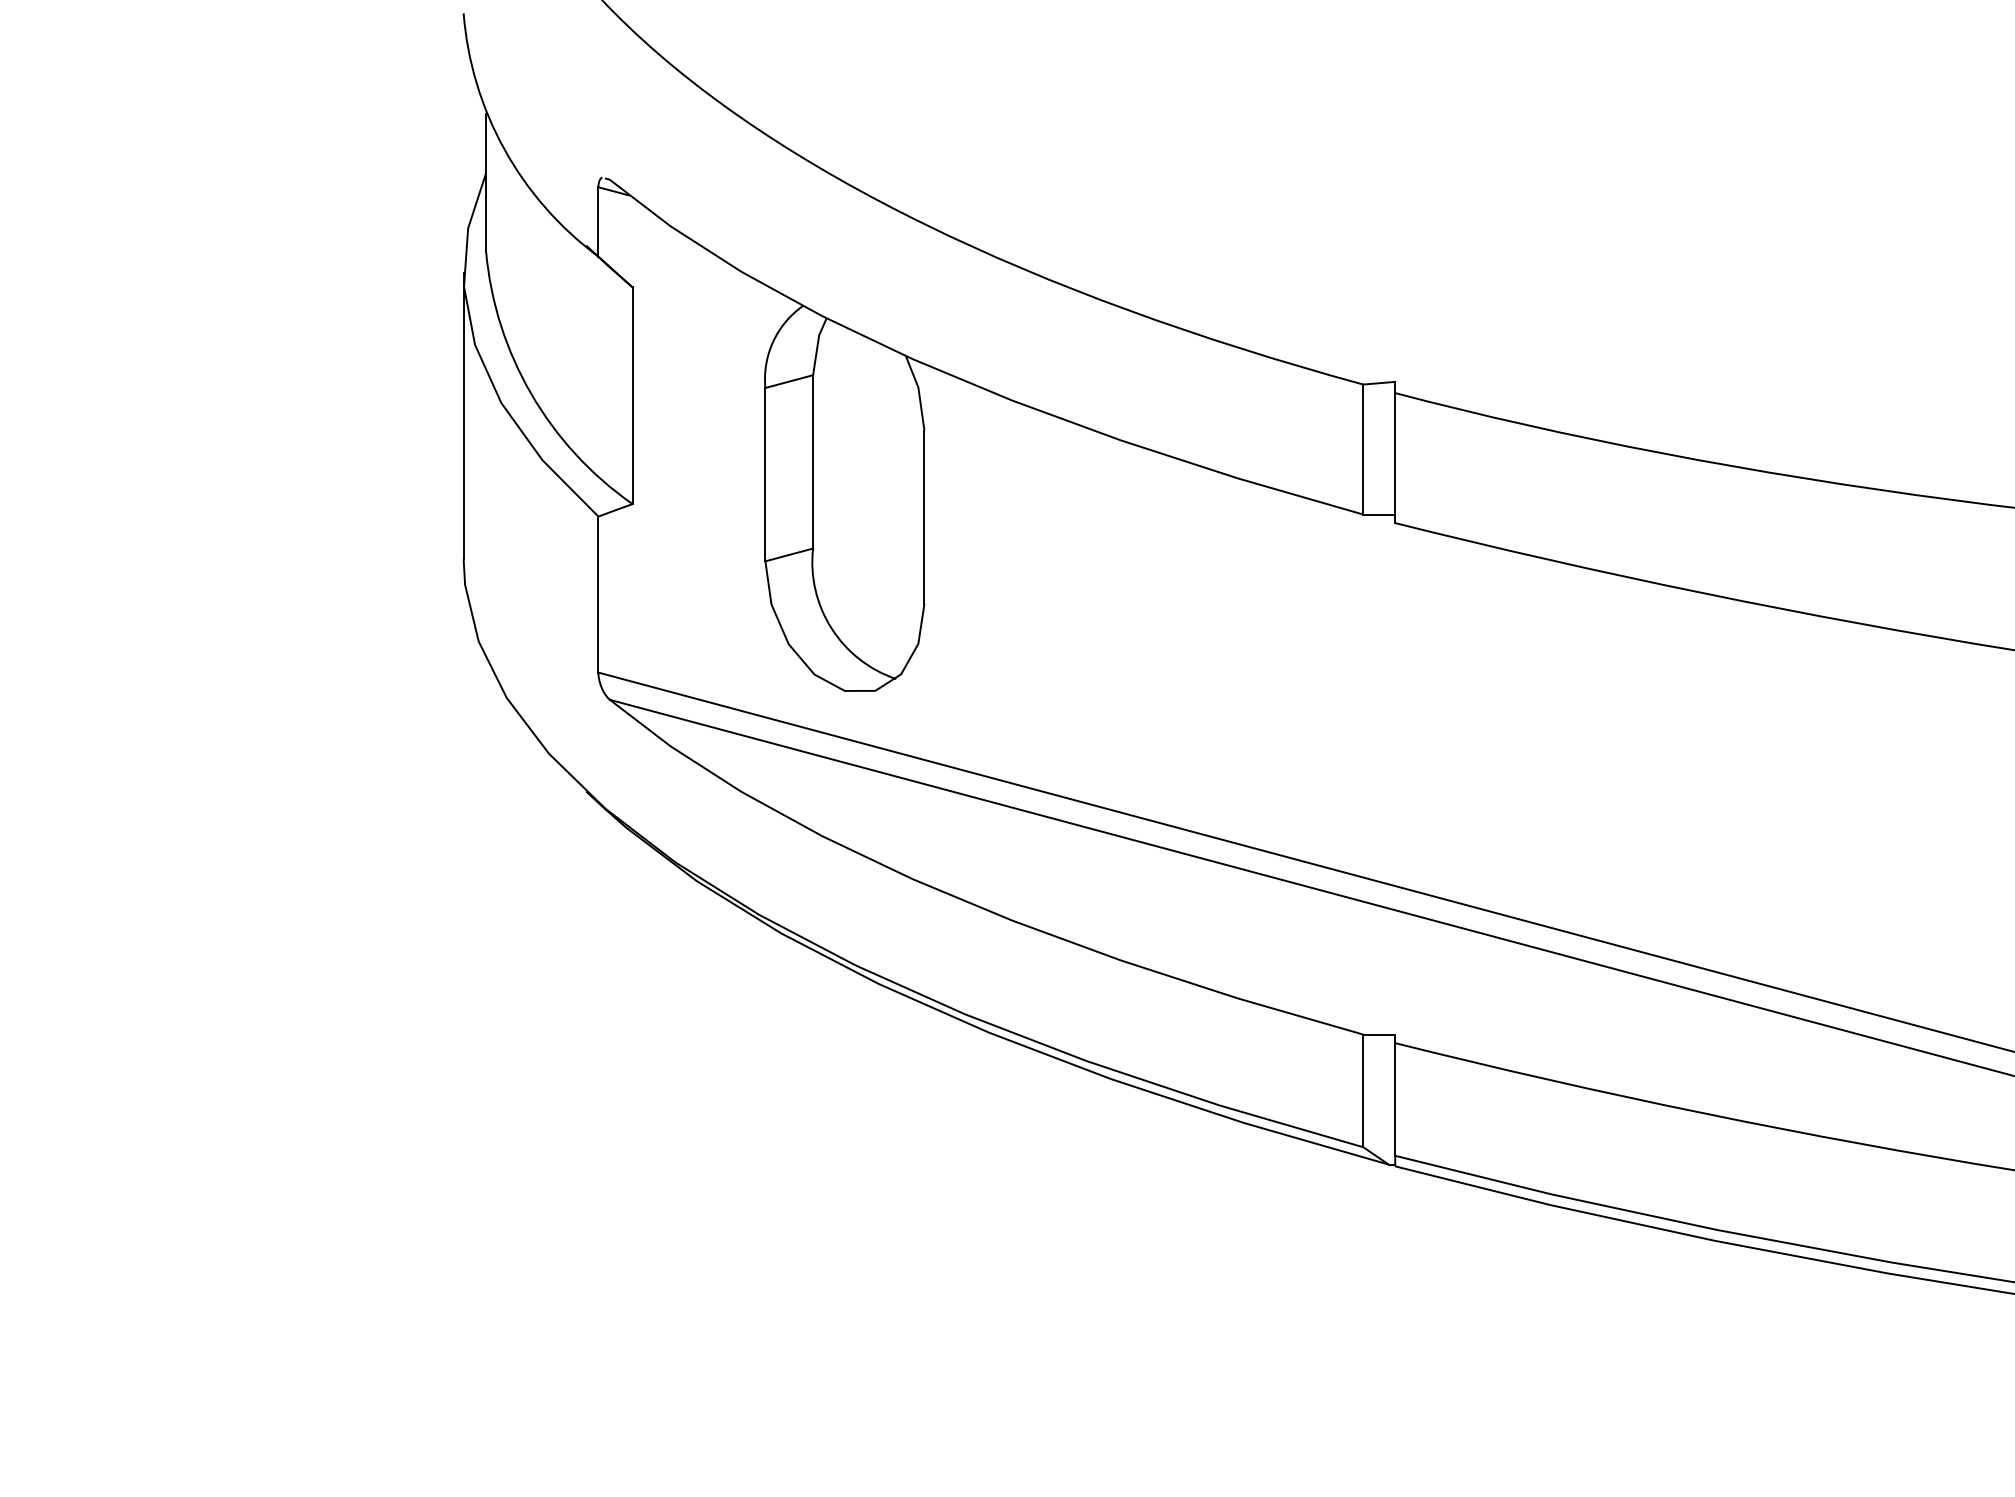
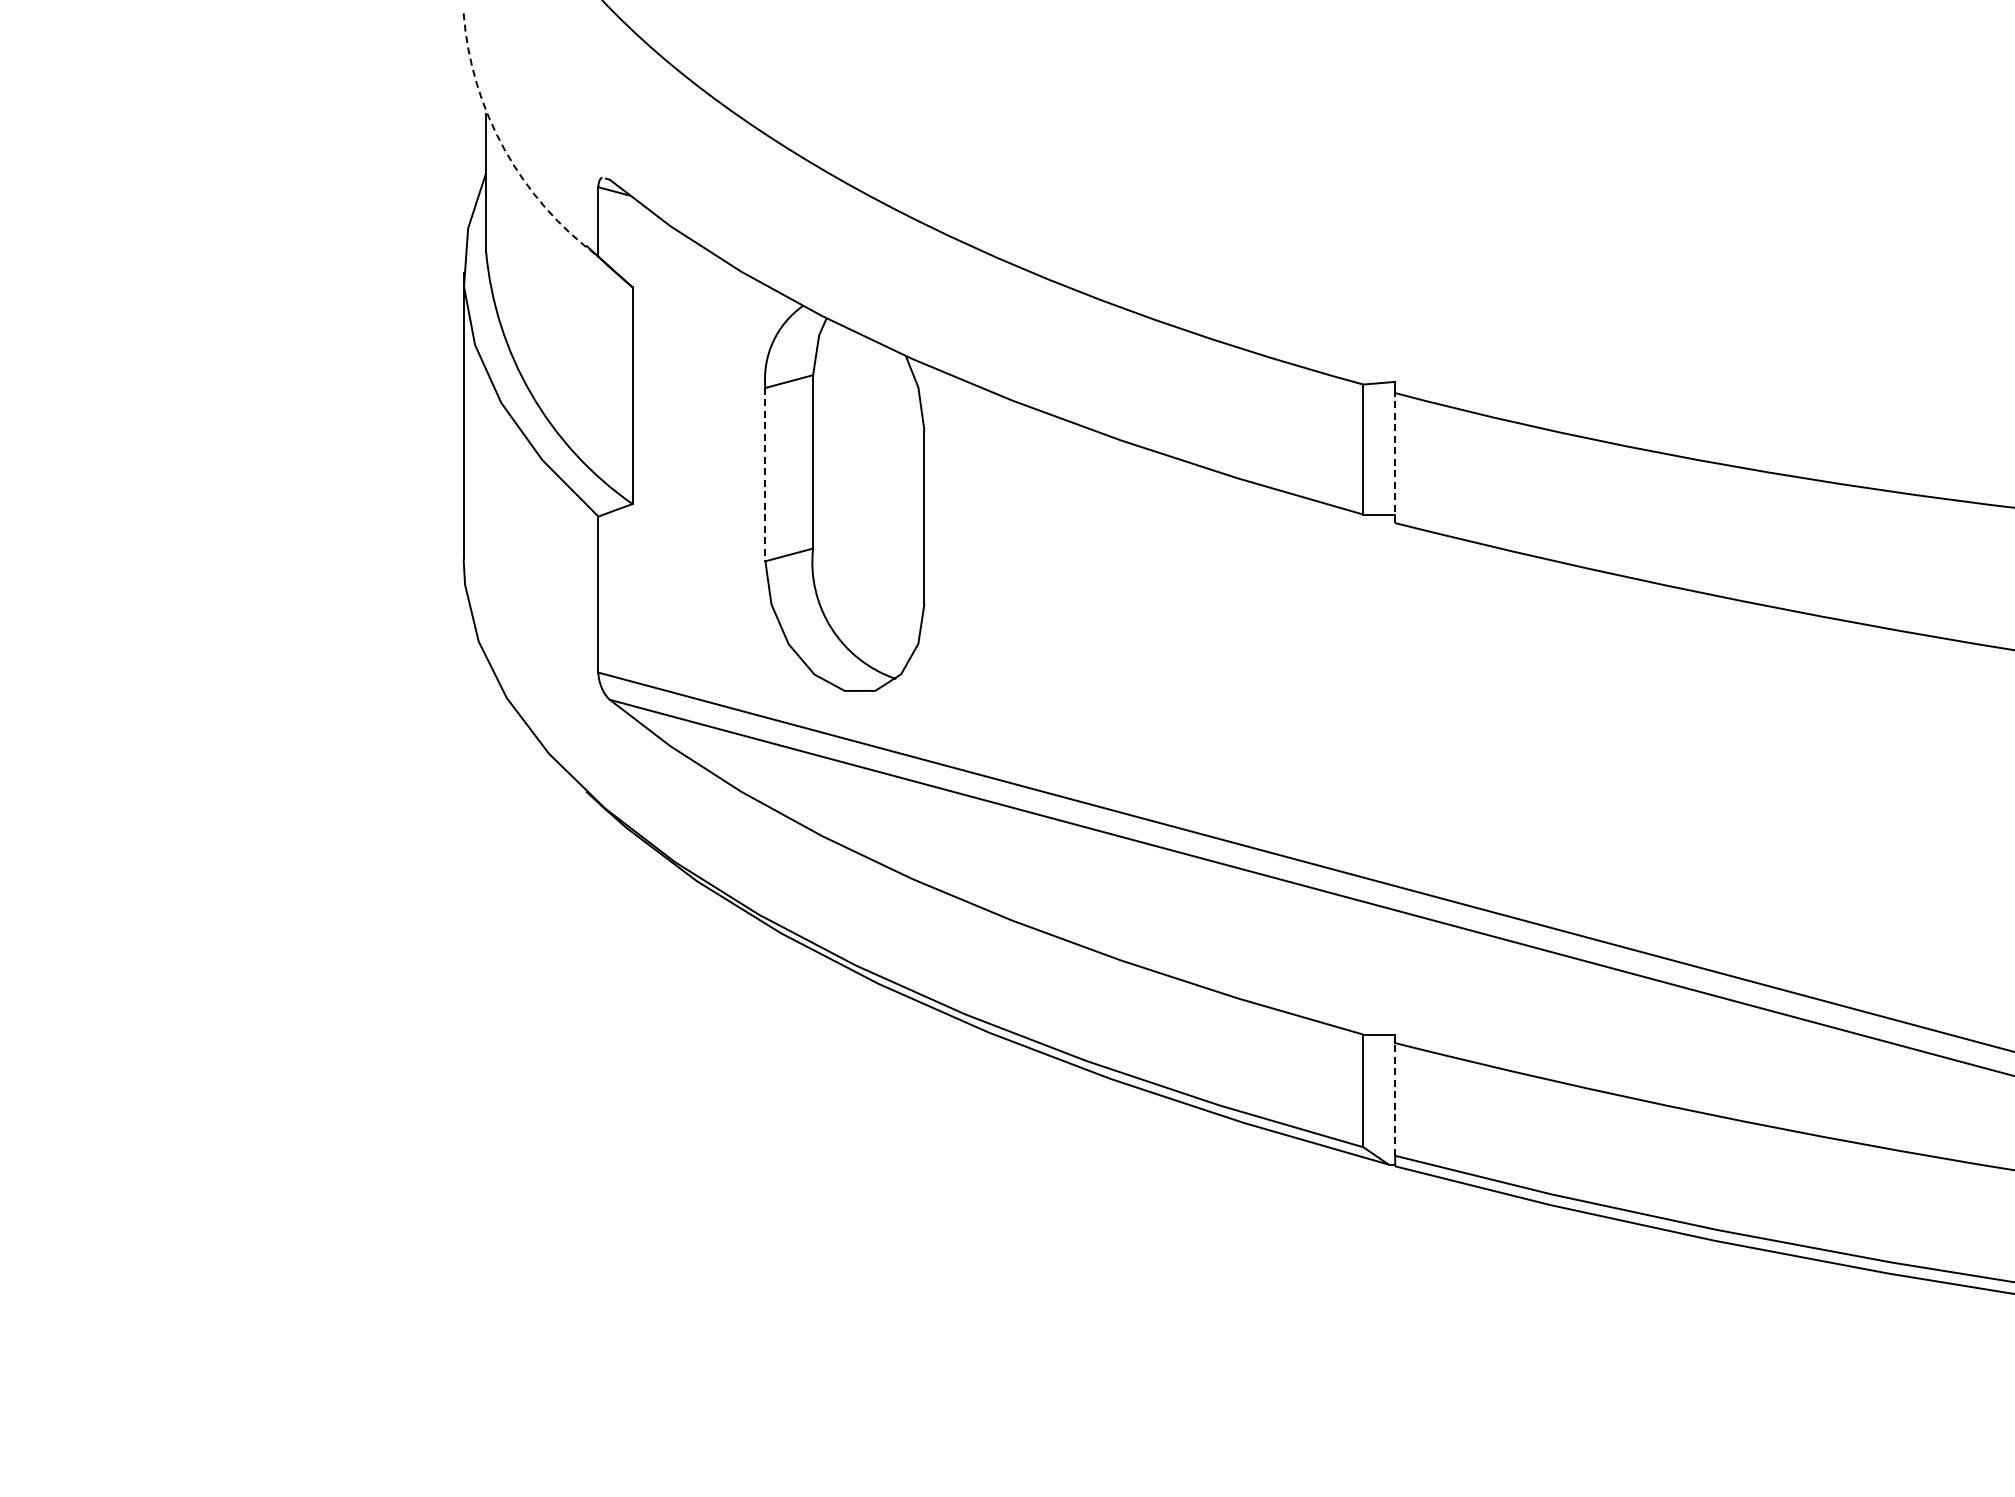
arc at (504, 149): solid -> dashed
line at (1395, 457): solid -> dashed
line at (765, 474): solid -> dashed
line at (1395, 1098): solid -> dashed
